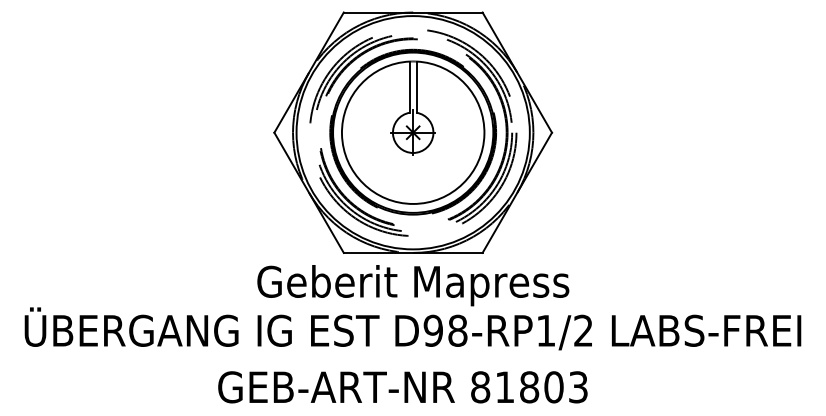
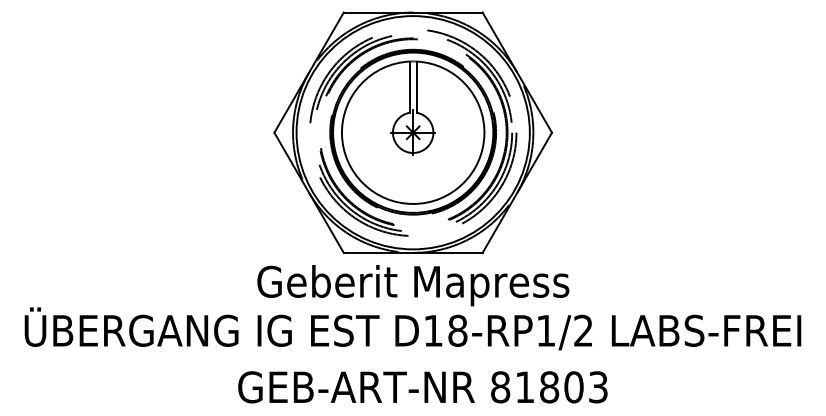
text at (432, 330): D98-RP1/2 -> D18-RP1/2
text at (402, 387) position: (402, 387) -> (422, 387)
